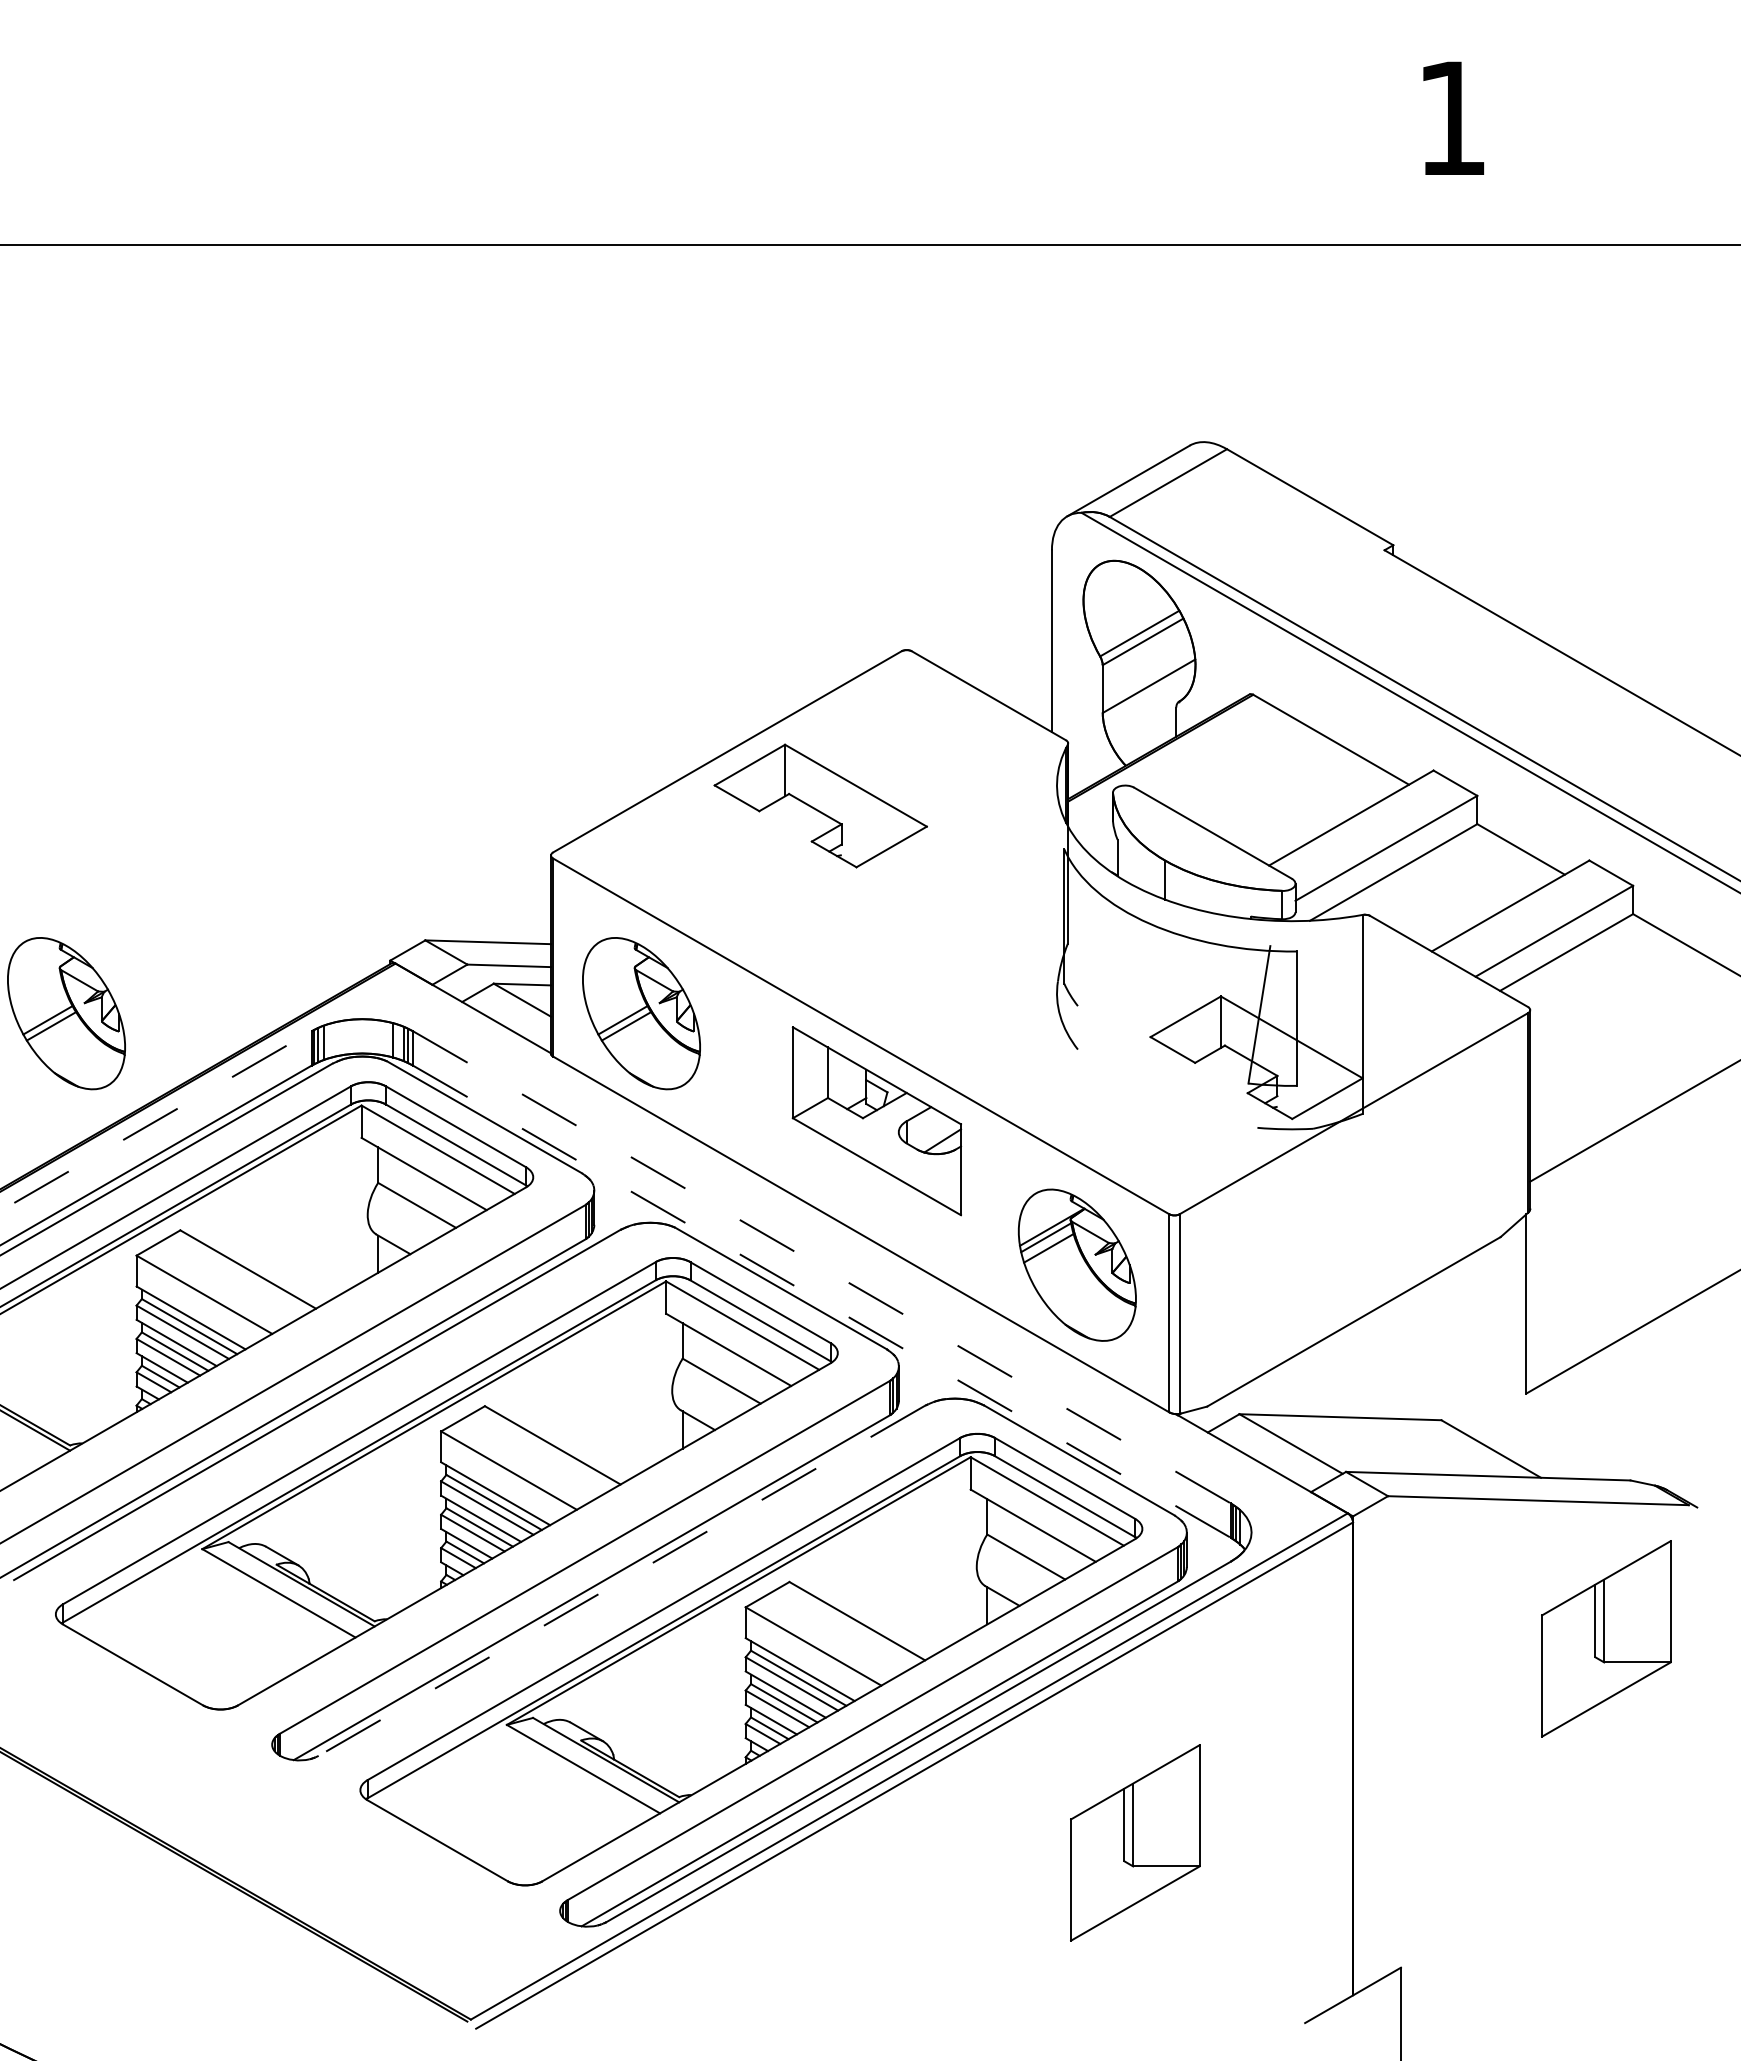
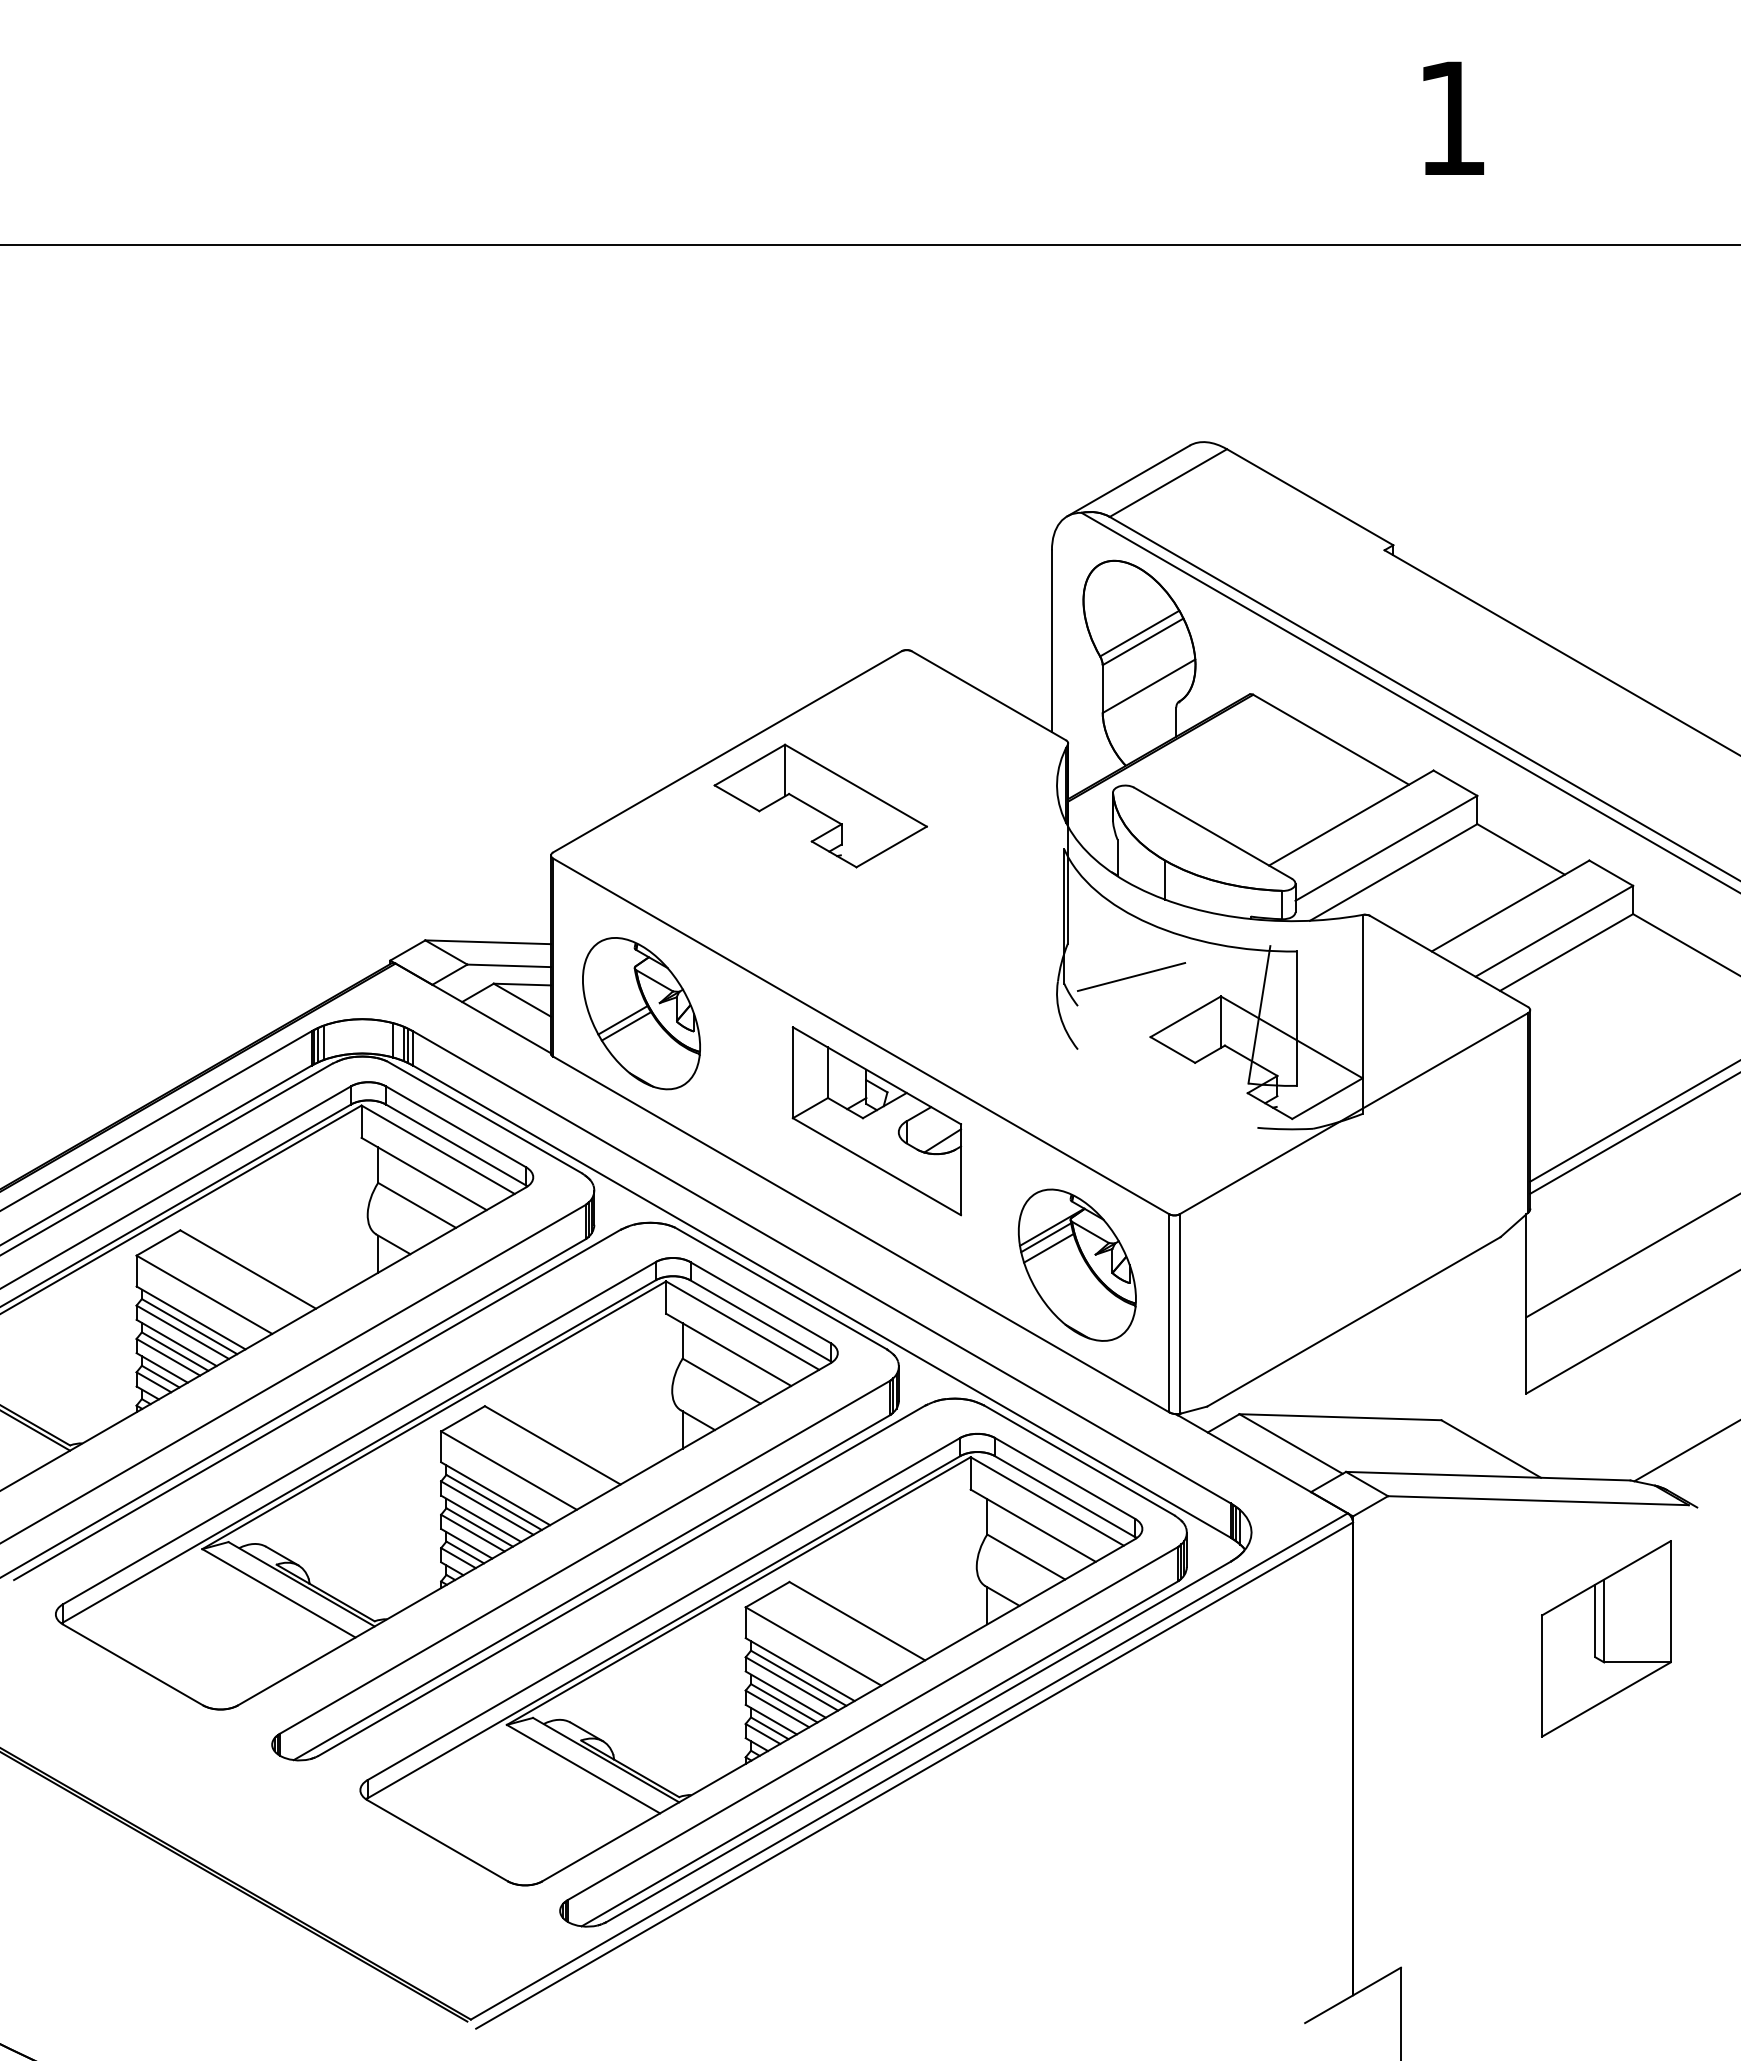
line at (1131, 977): none -> present
part at (66, 1013): present -> none
line at (155, 1121): dashed -> solid
line at (1633, 1133): none -> present
line at (1631, 1256): none -> present
line at (821, 1267): dashed -> solid
line at (821, 1301): dashed -> solid
line at (1685, 1451): none -> present
line at (621, 1581): dashed -> solid
part at (1135, 1842): present -> none
